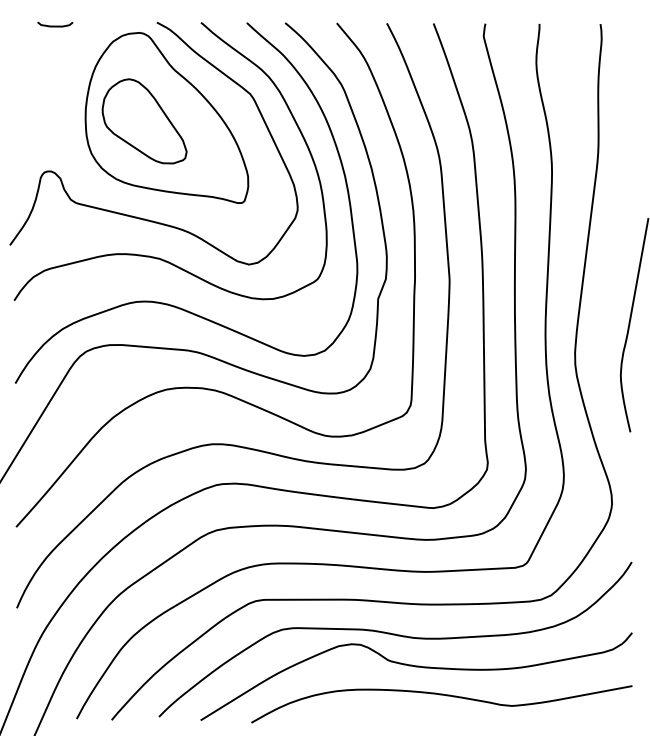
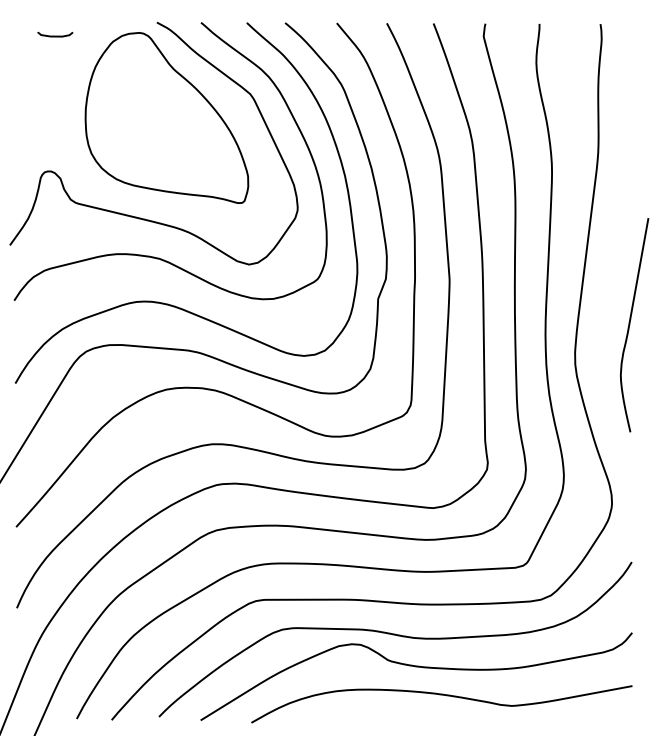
curve at (55, 25) position: (55, 25) -> (55, 35)
part at (144, 121): present -> none
